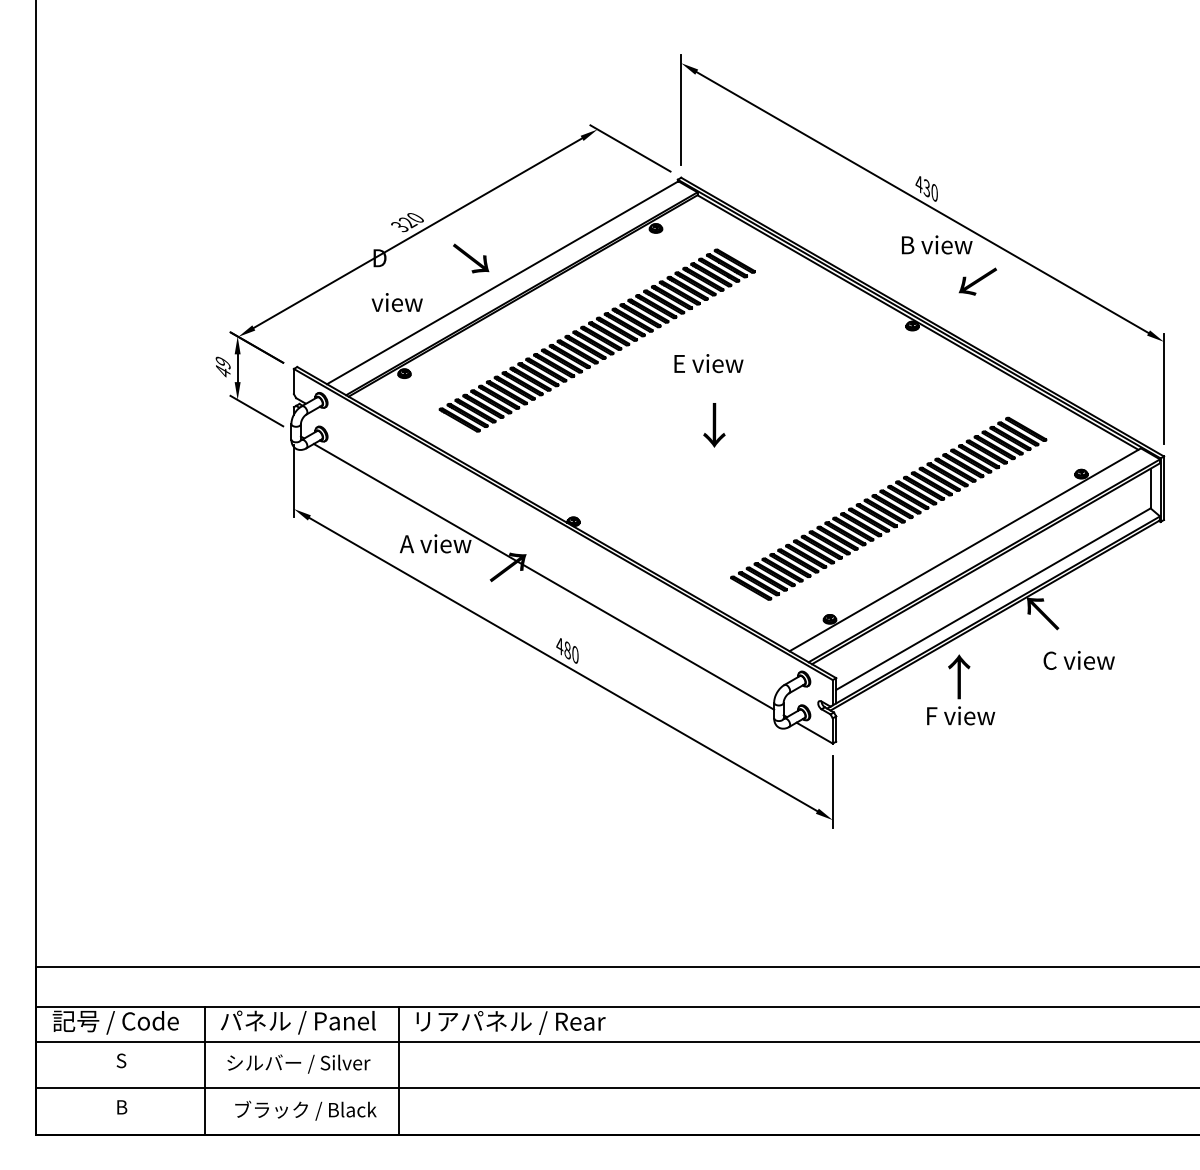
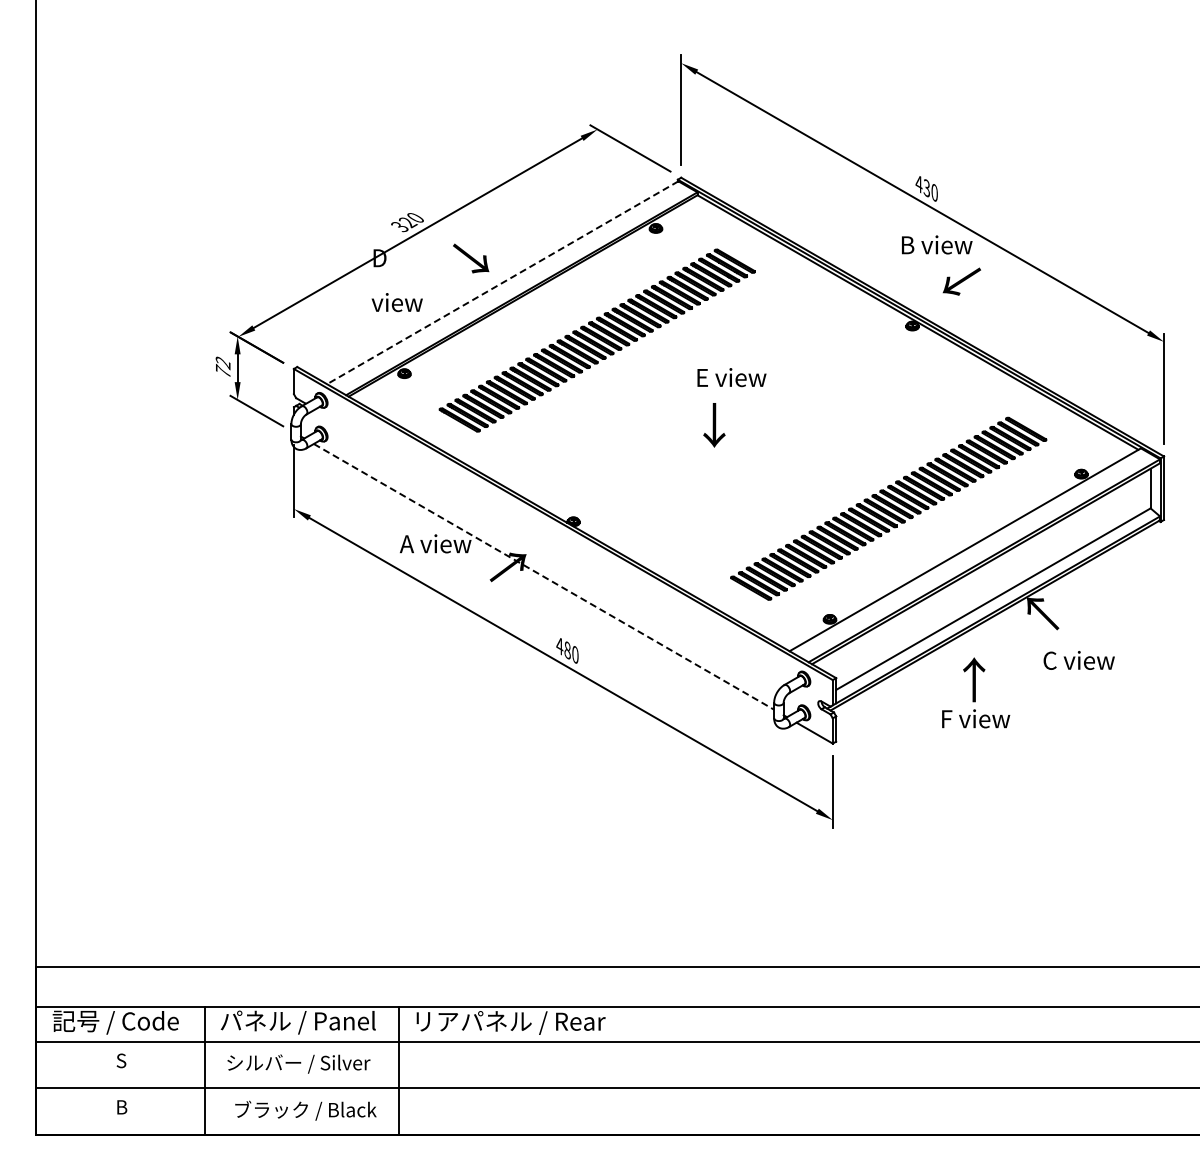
text at (977, 281) position: (977, 281) -> (961, 281)
line at (502, 282): solid -> dashed
text at (708, 363) position: (708, 363) -> (731, 377)
text at (223, 366): 49 -> 72
line at (544, 576): solid -> dashed
text at (961, 689) position: (961, 689) -> (976, 692)
